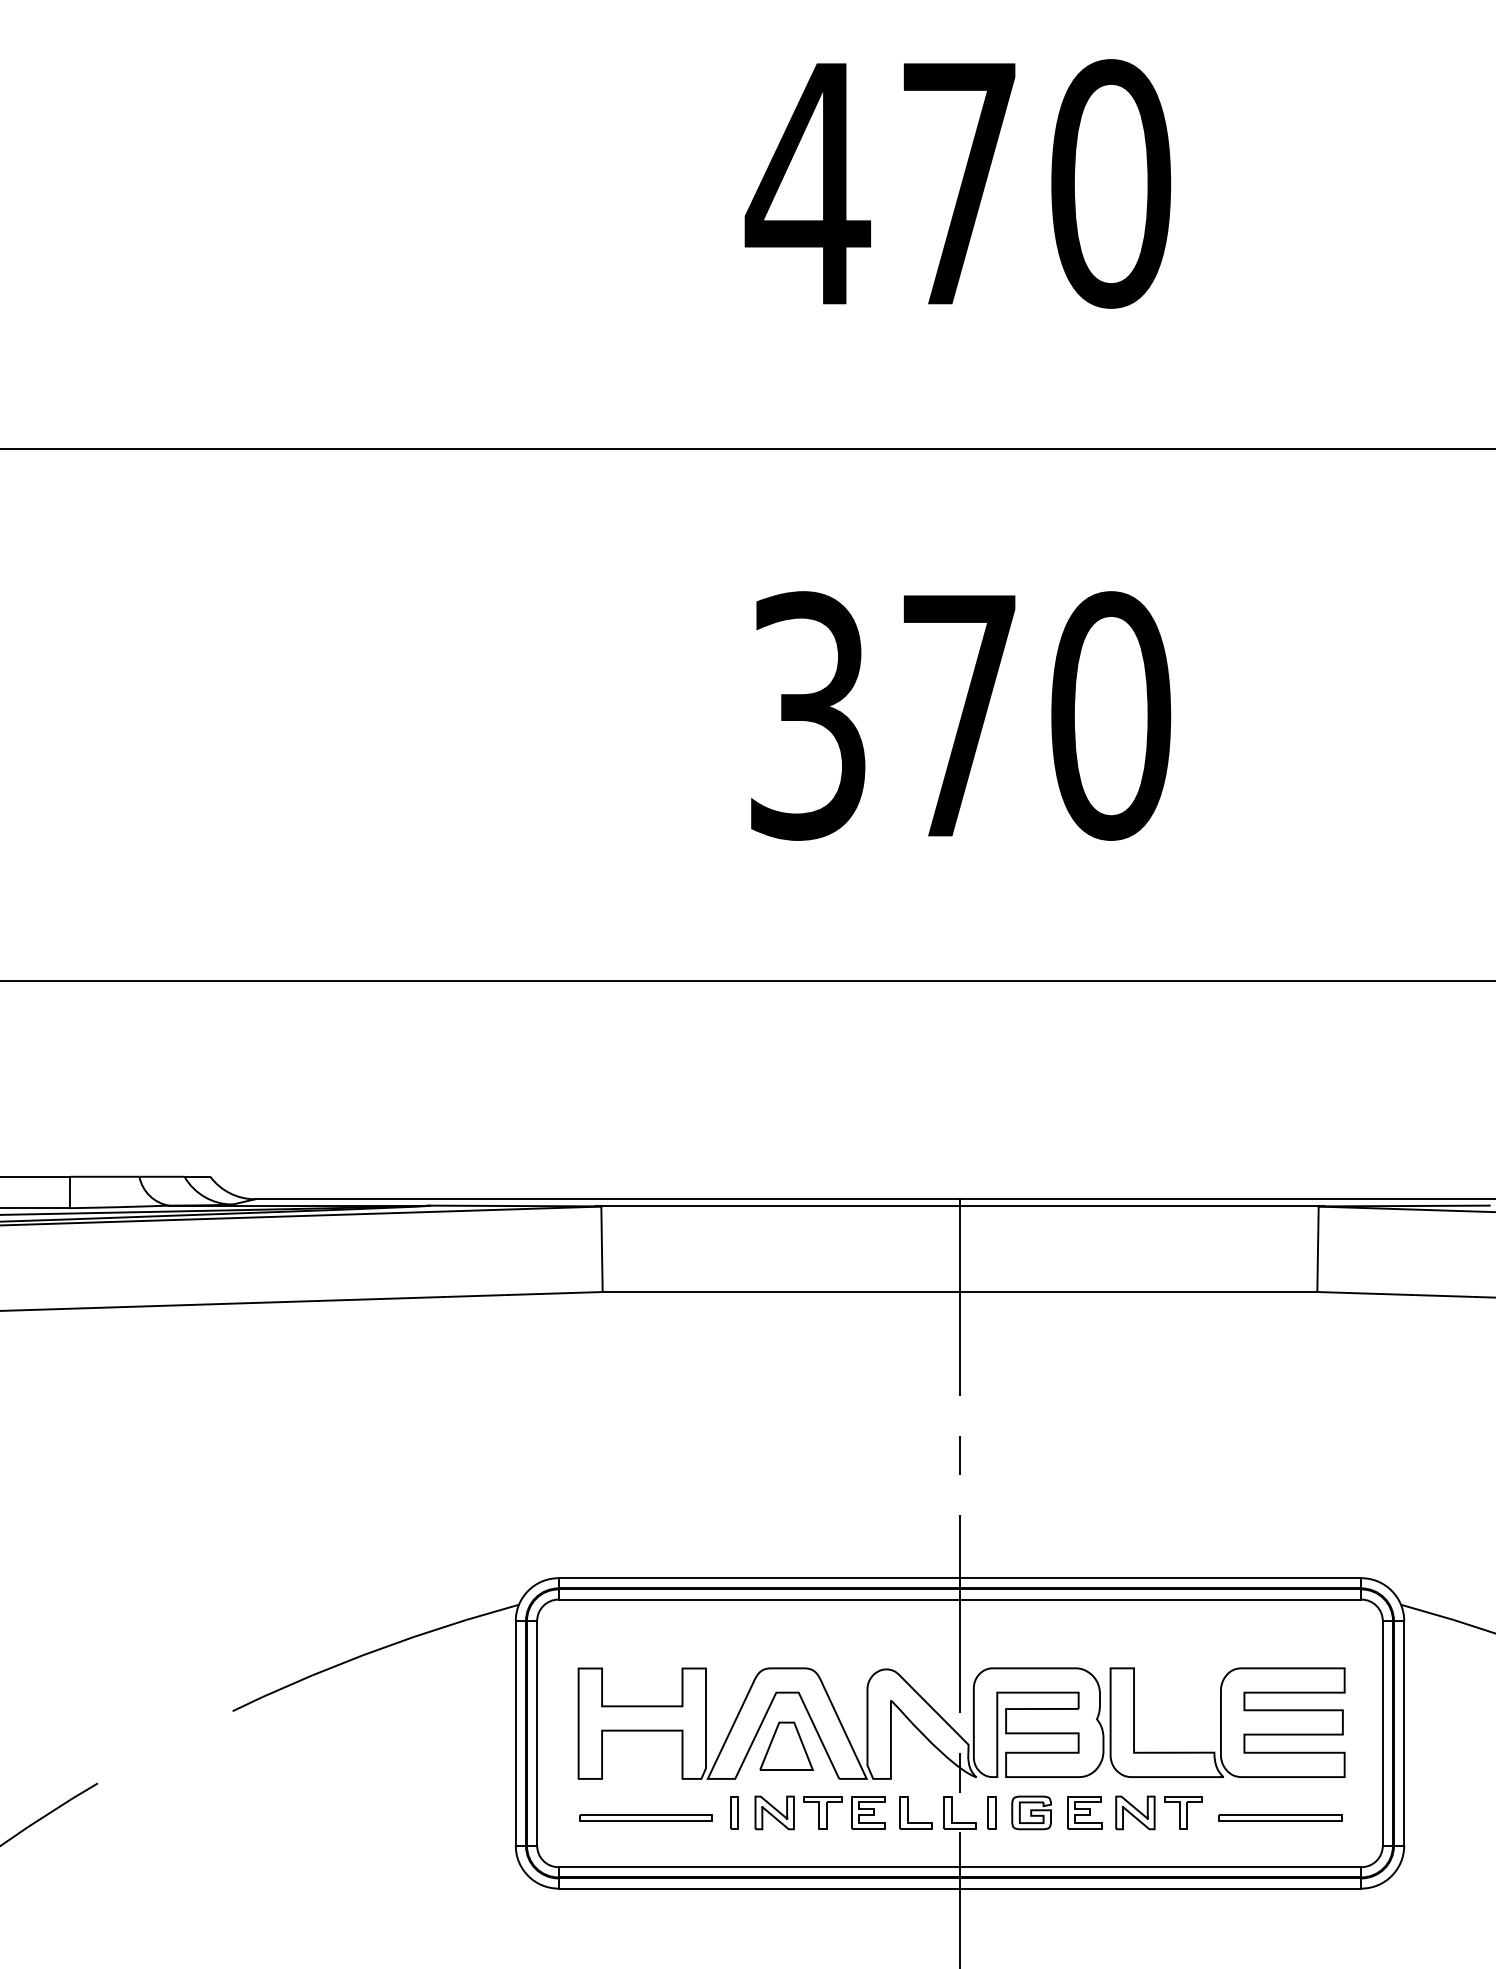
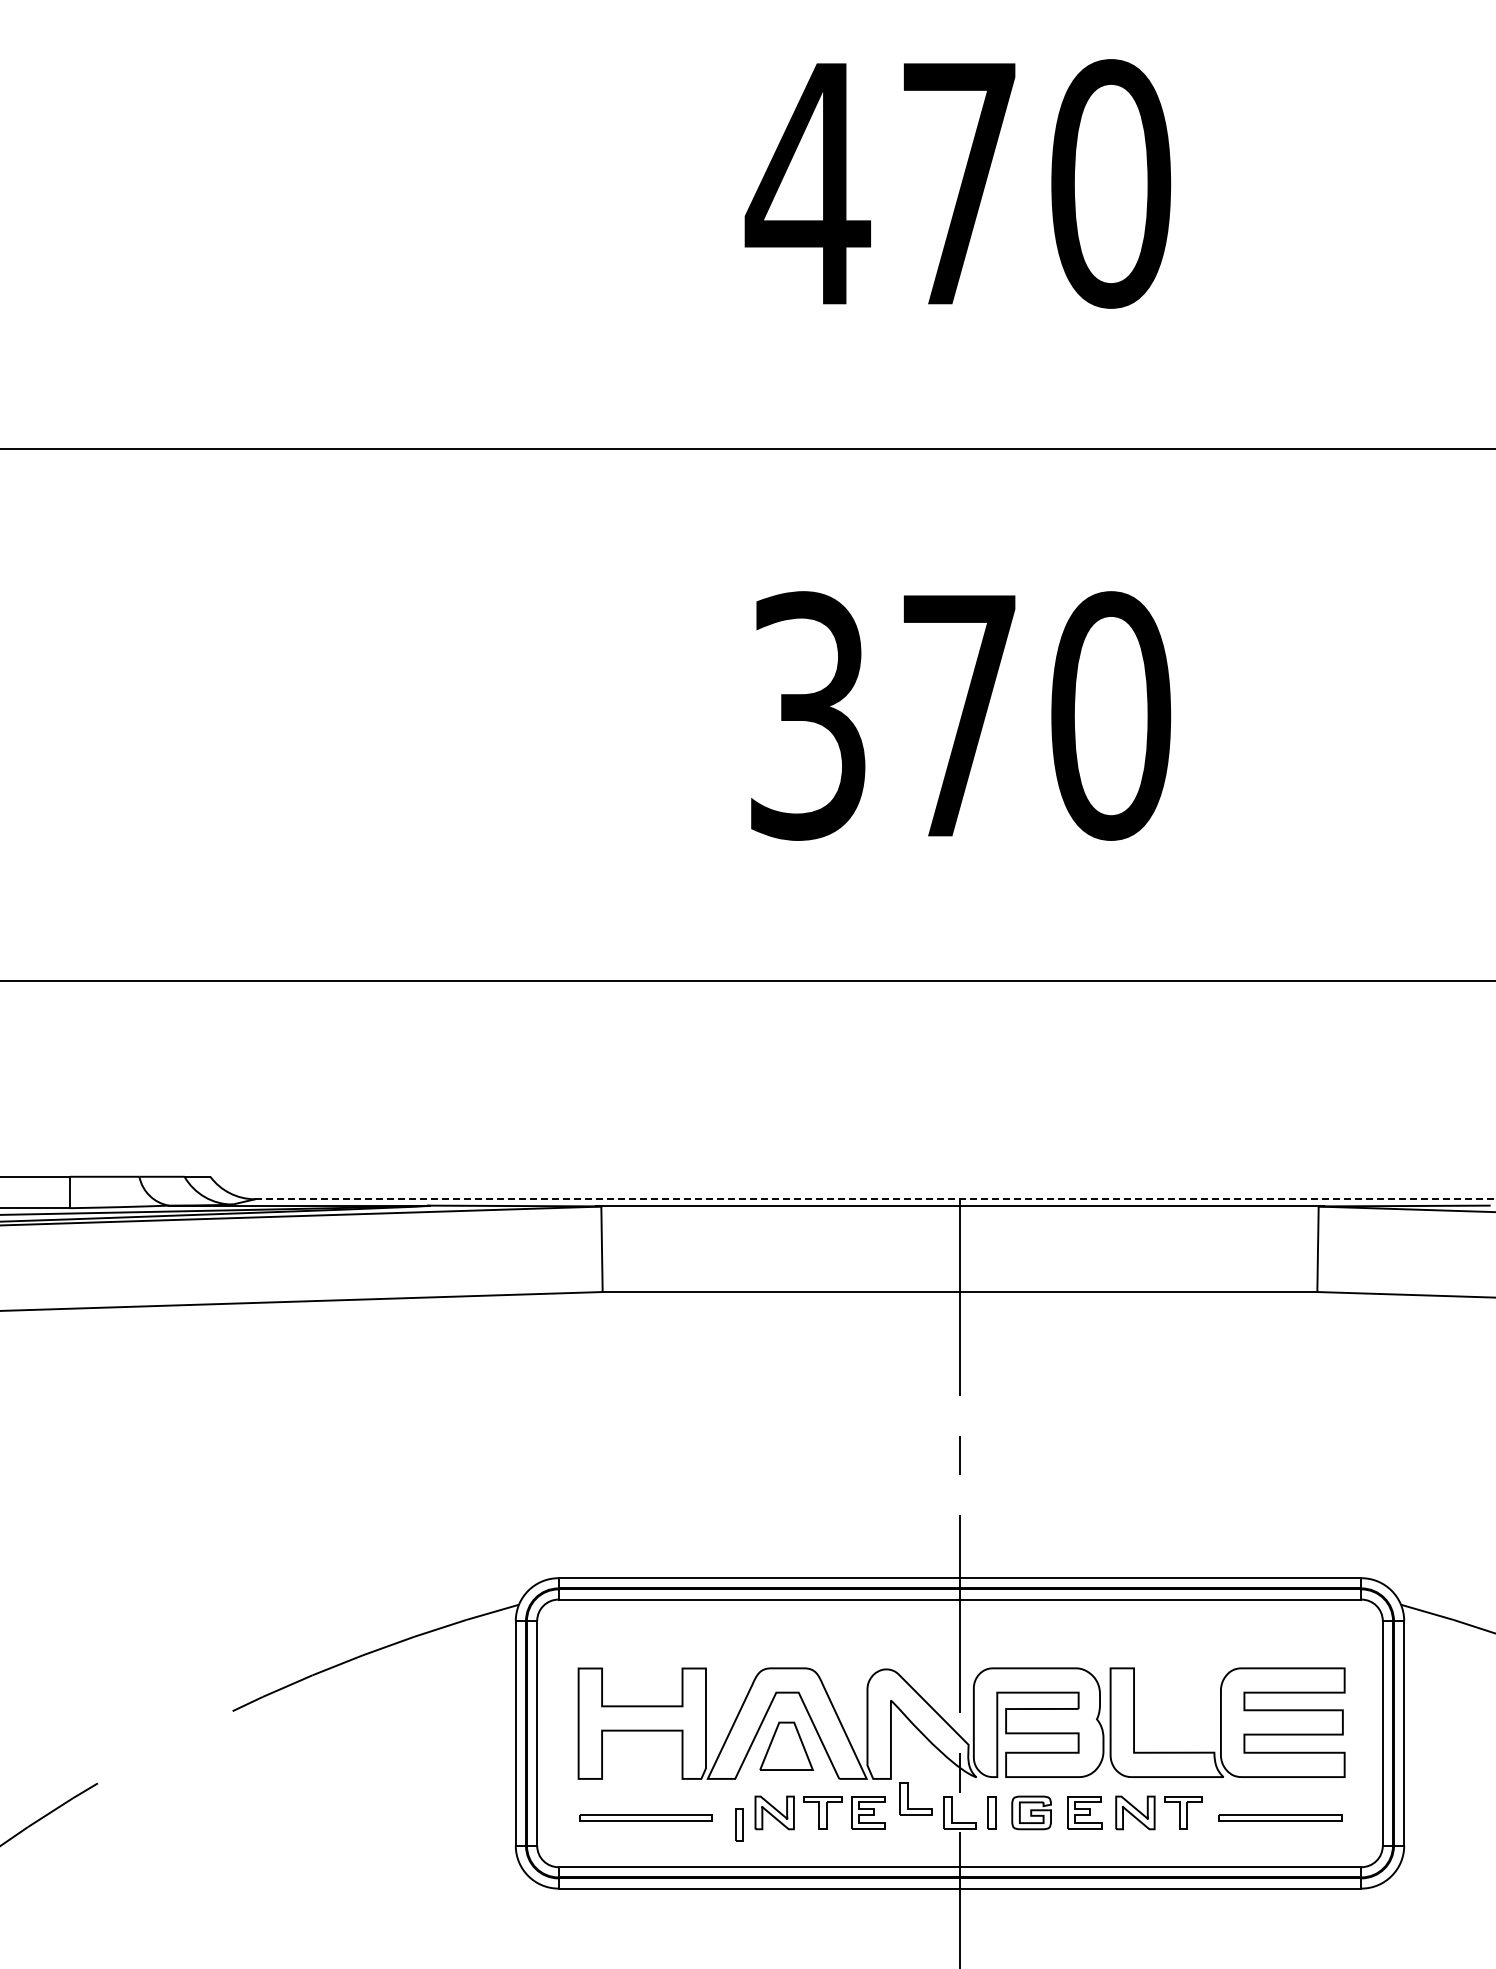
line at (876, 1199): solid -> dashed
part at (734, 1812) position: (734, 1812) -> (739, 1824)
part at (908, 1812) position: (908, 1812) -> (908, 1798)
